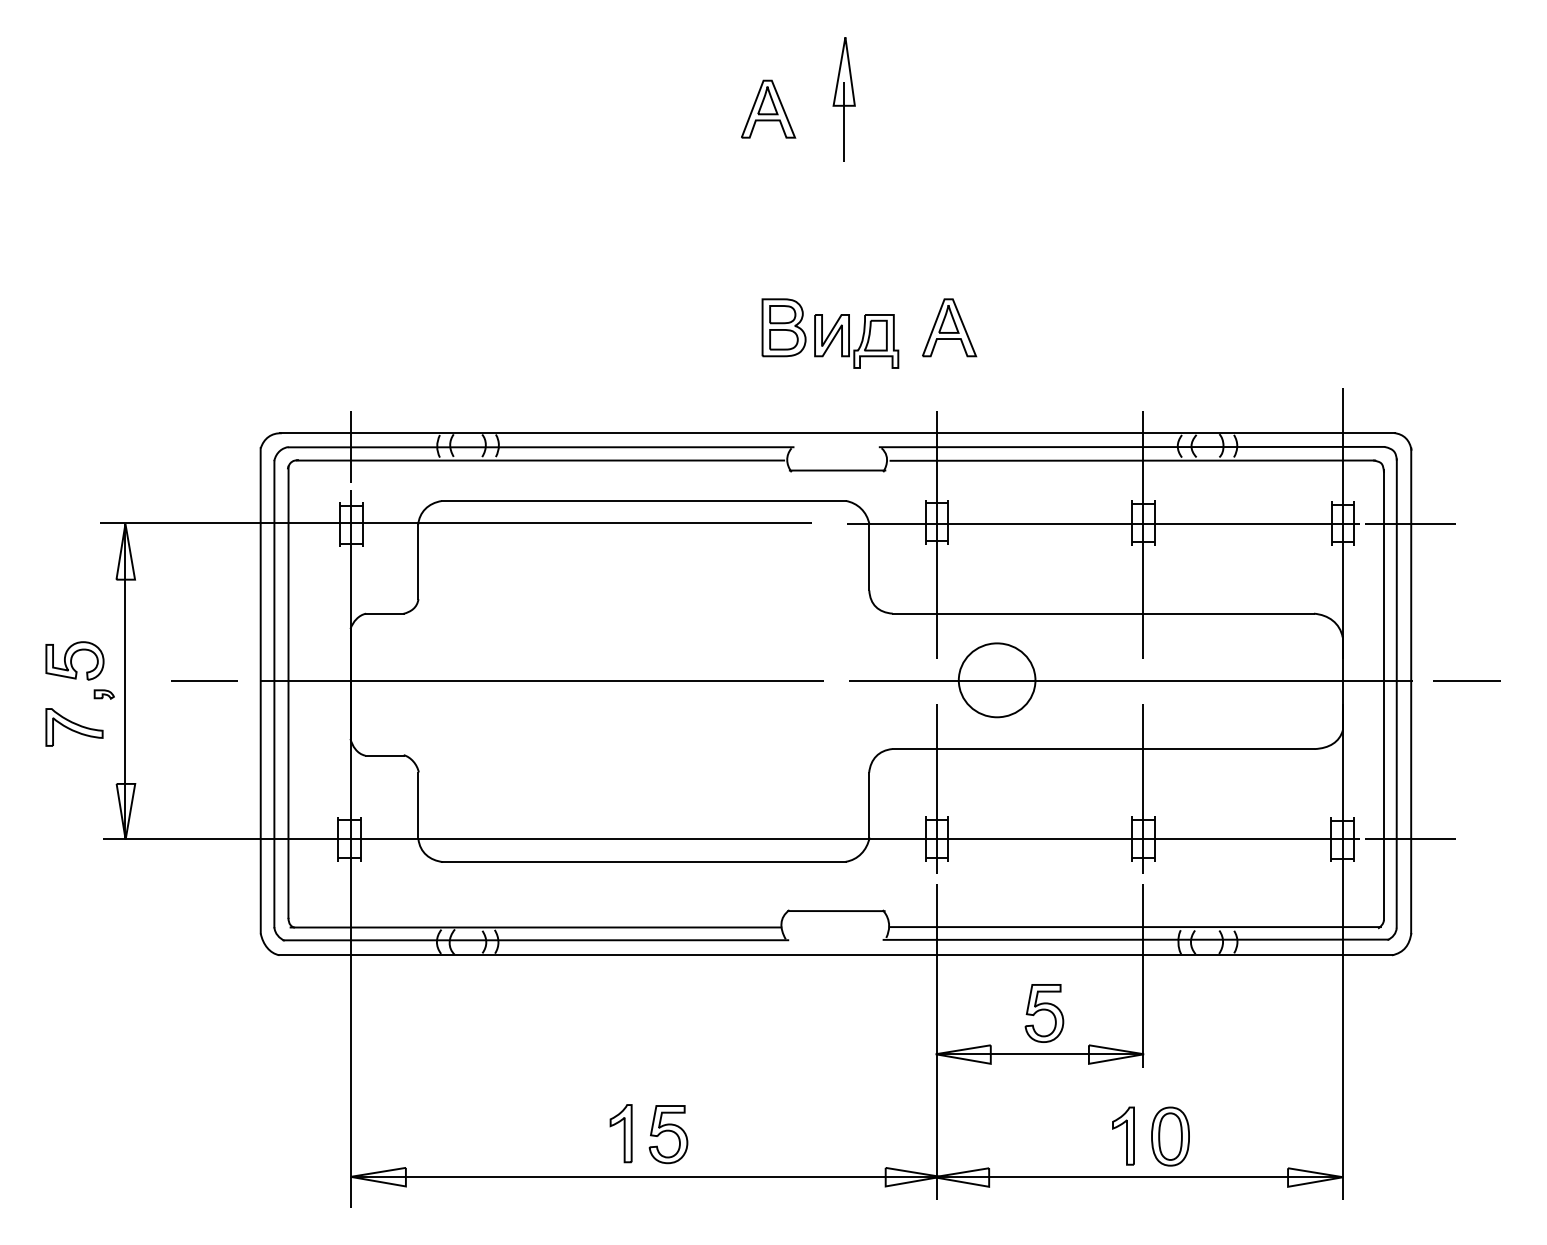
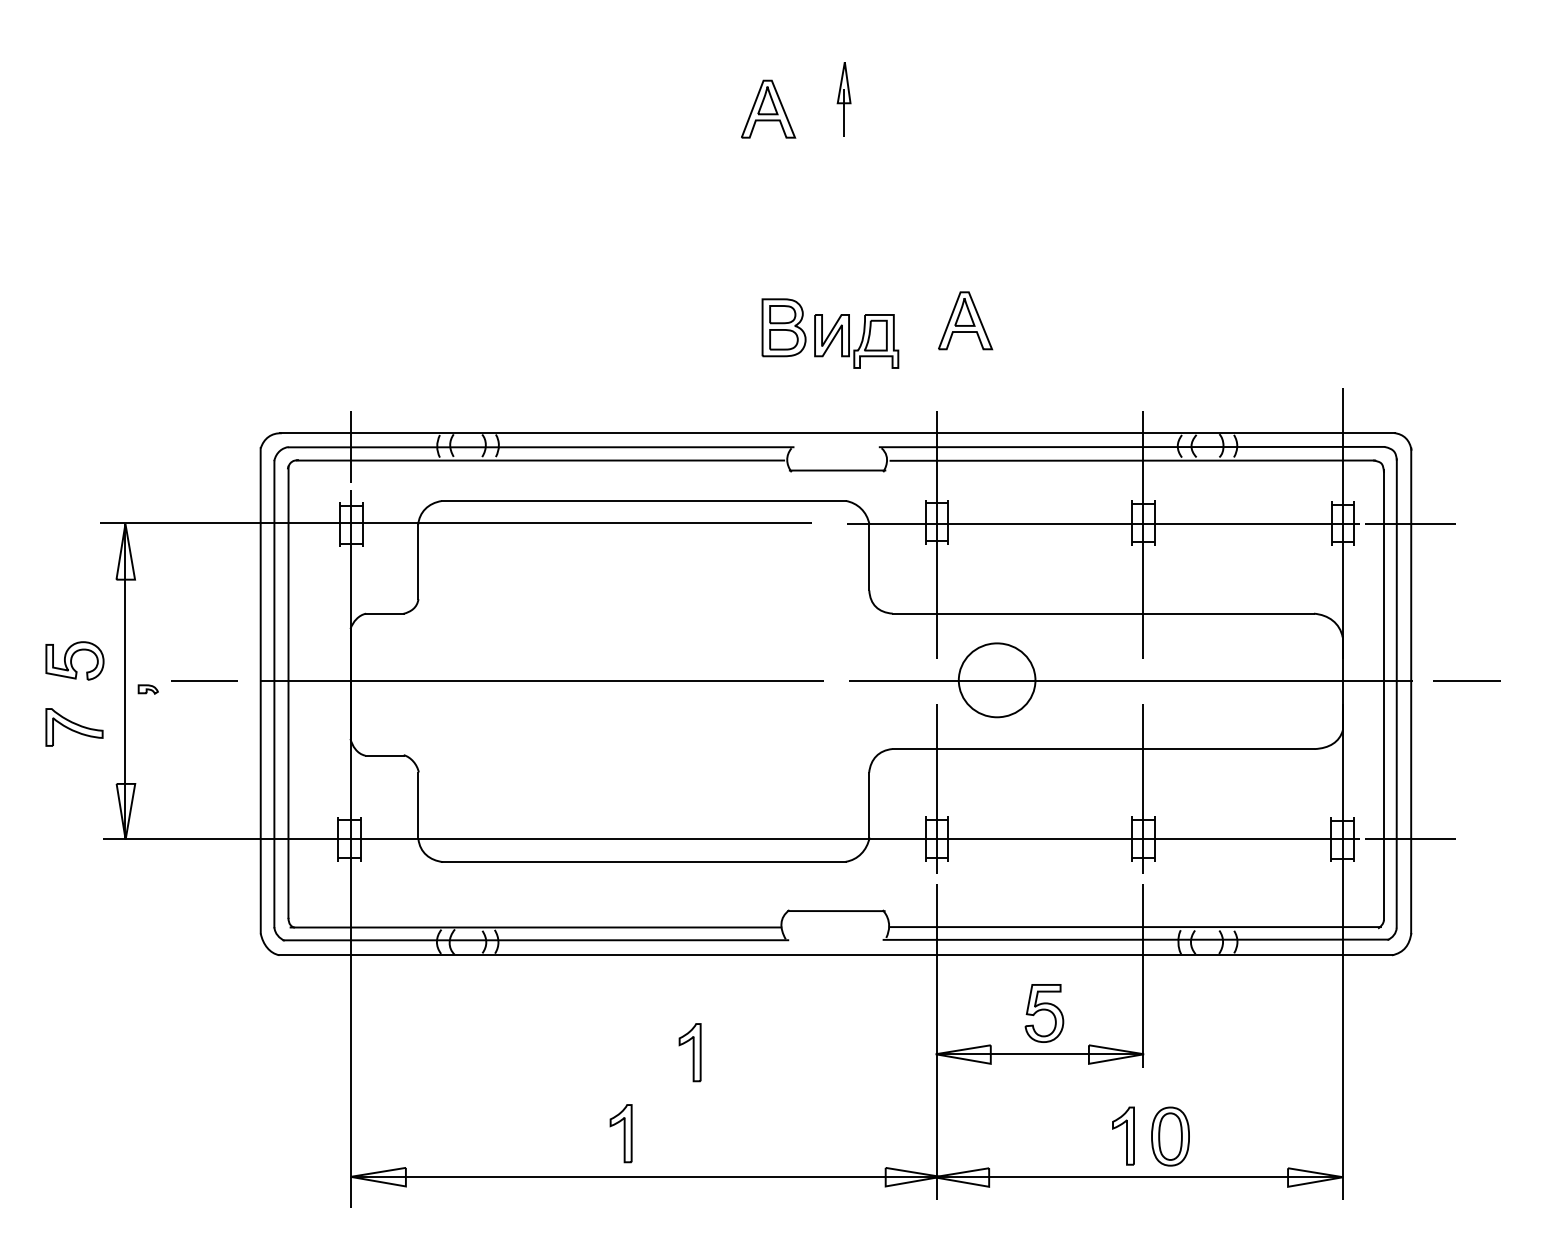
part at (843, 99) size: 24x125 px -> 16x75 px
part at (949, 327) position: (949, 327) -> (965, 320)
part at (103, 694) position: (103, 694) -> (147, 689)
part at (689, 1052): none -> present
part at (668, 1134): present -> none
